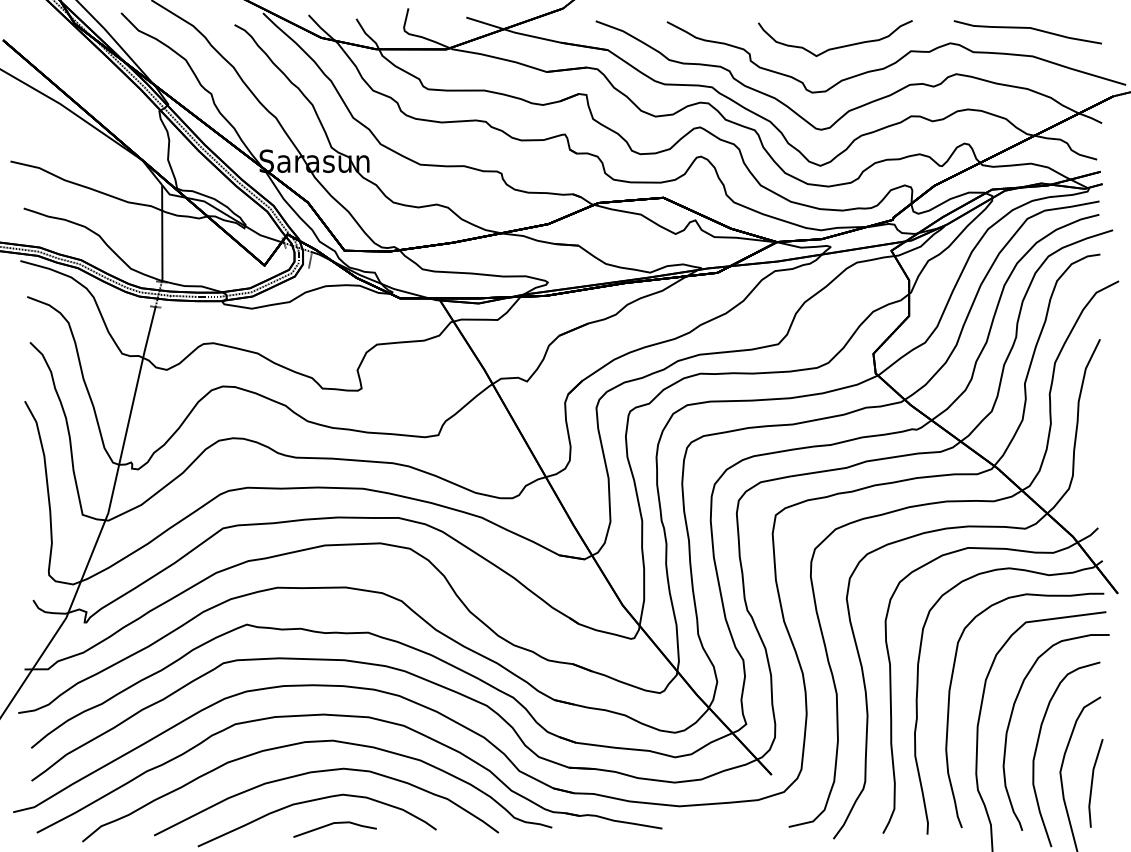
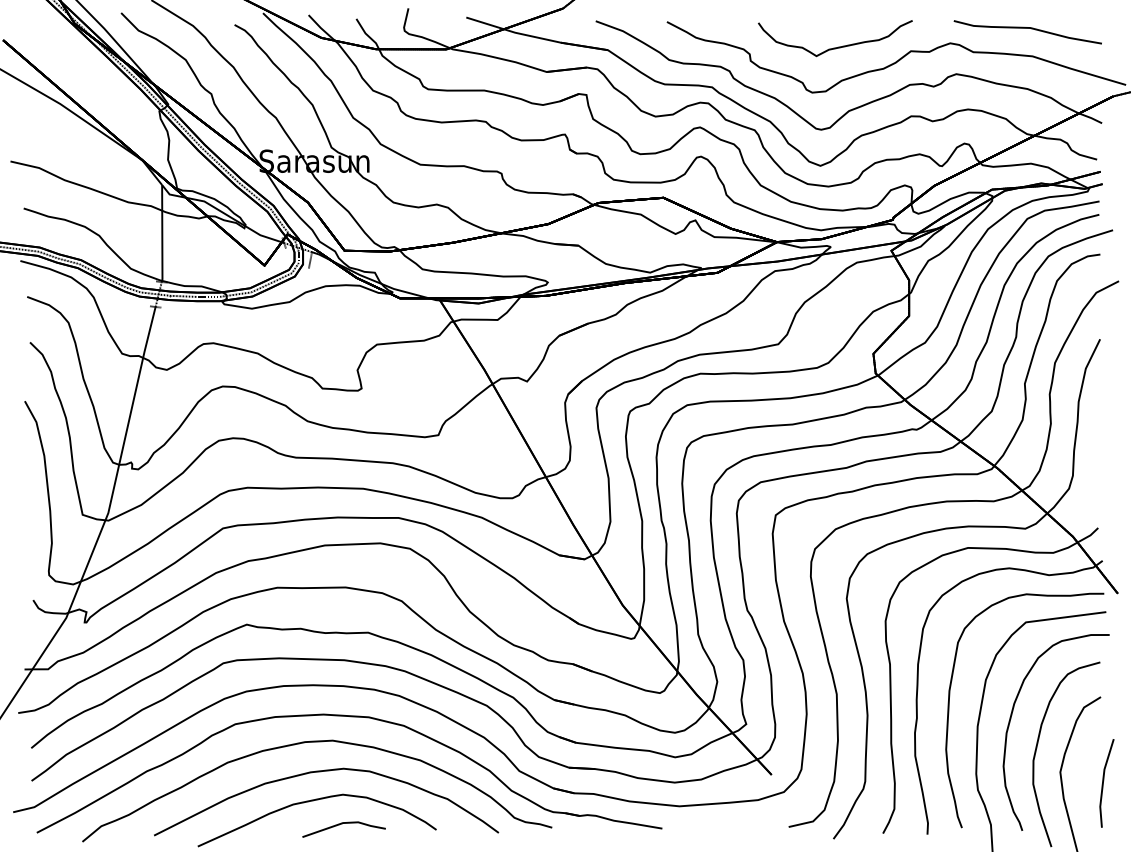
part at (1095, 783) position: (1095, 783) -> (1106, 783)
part at (334, 829) position: (334, 829) -> (343, 829)
